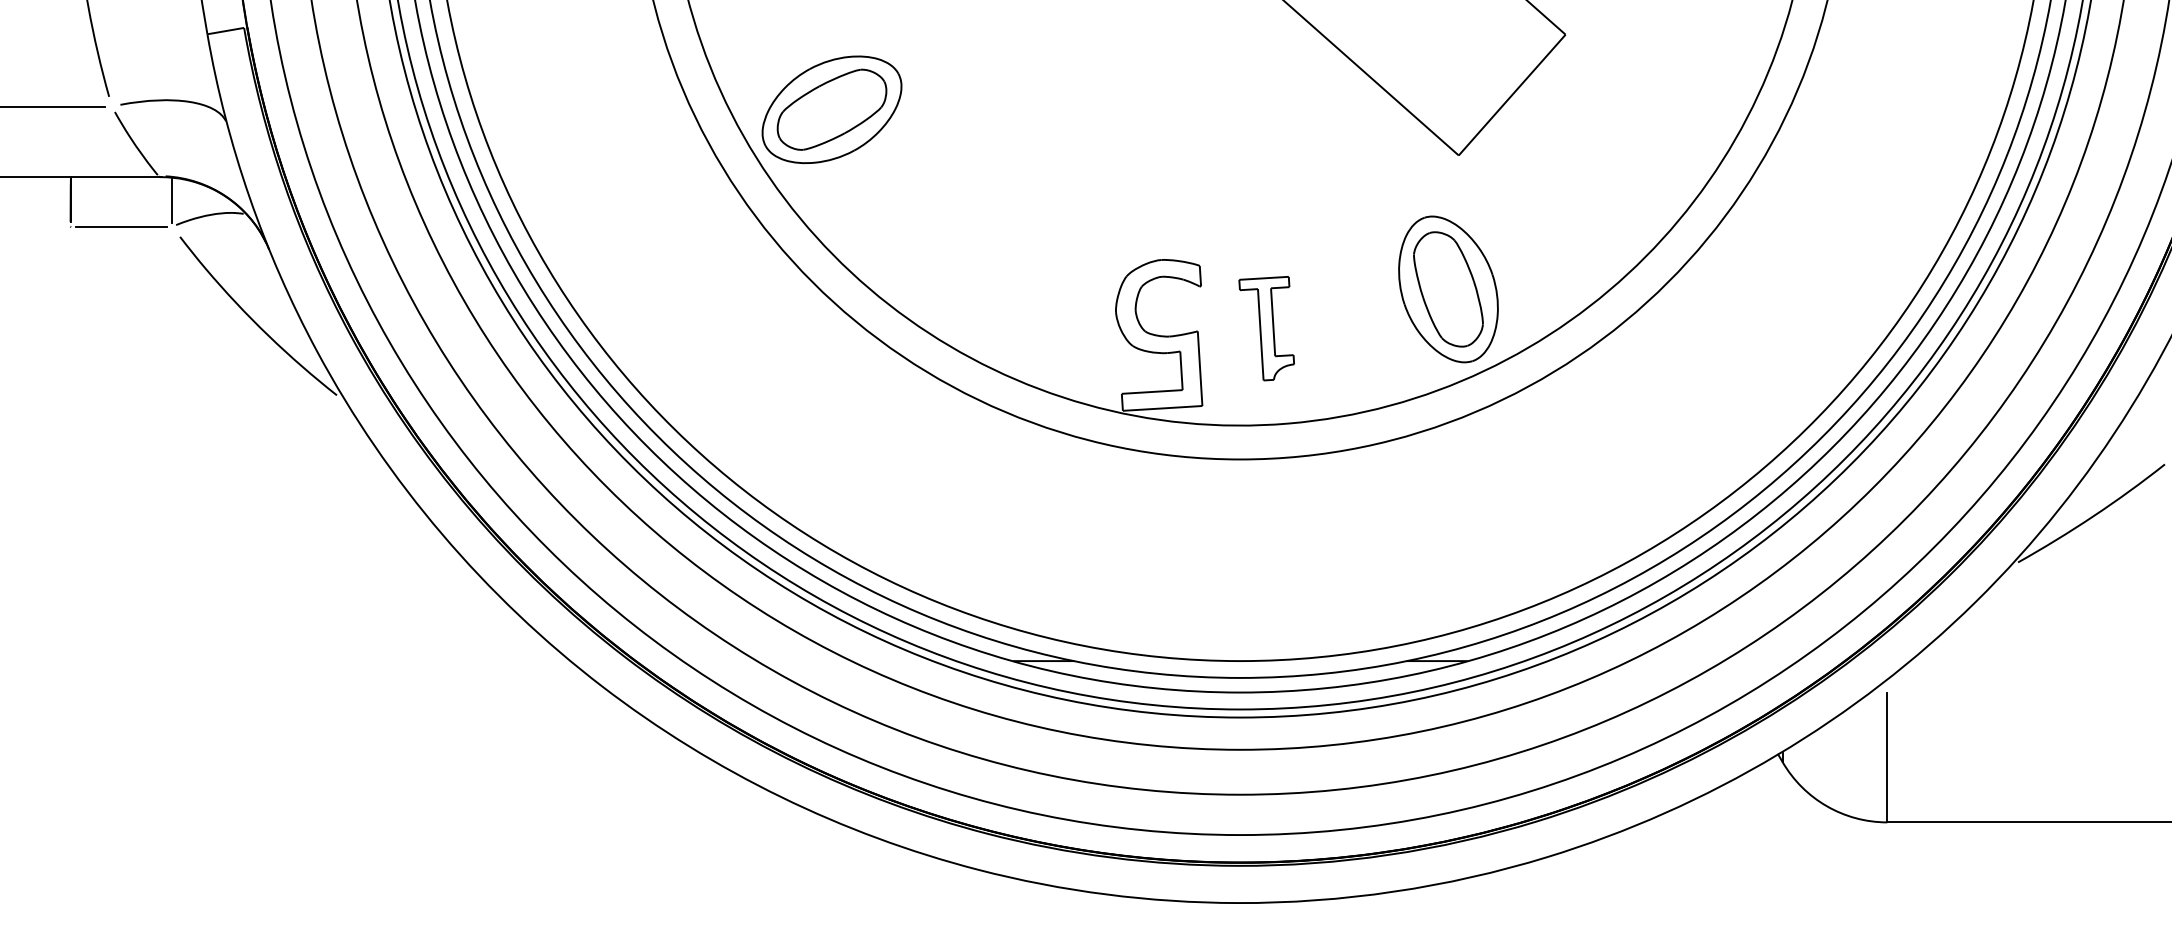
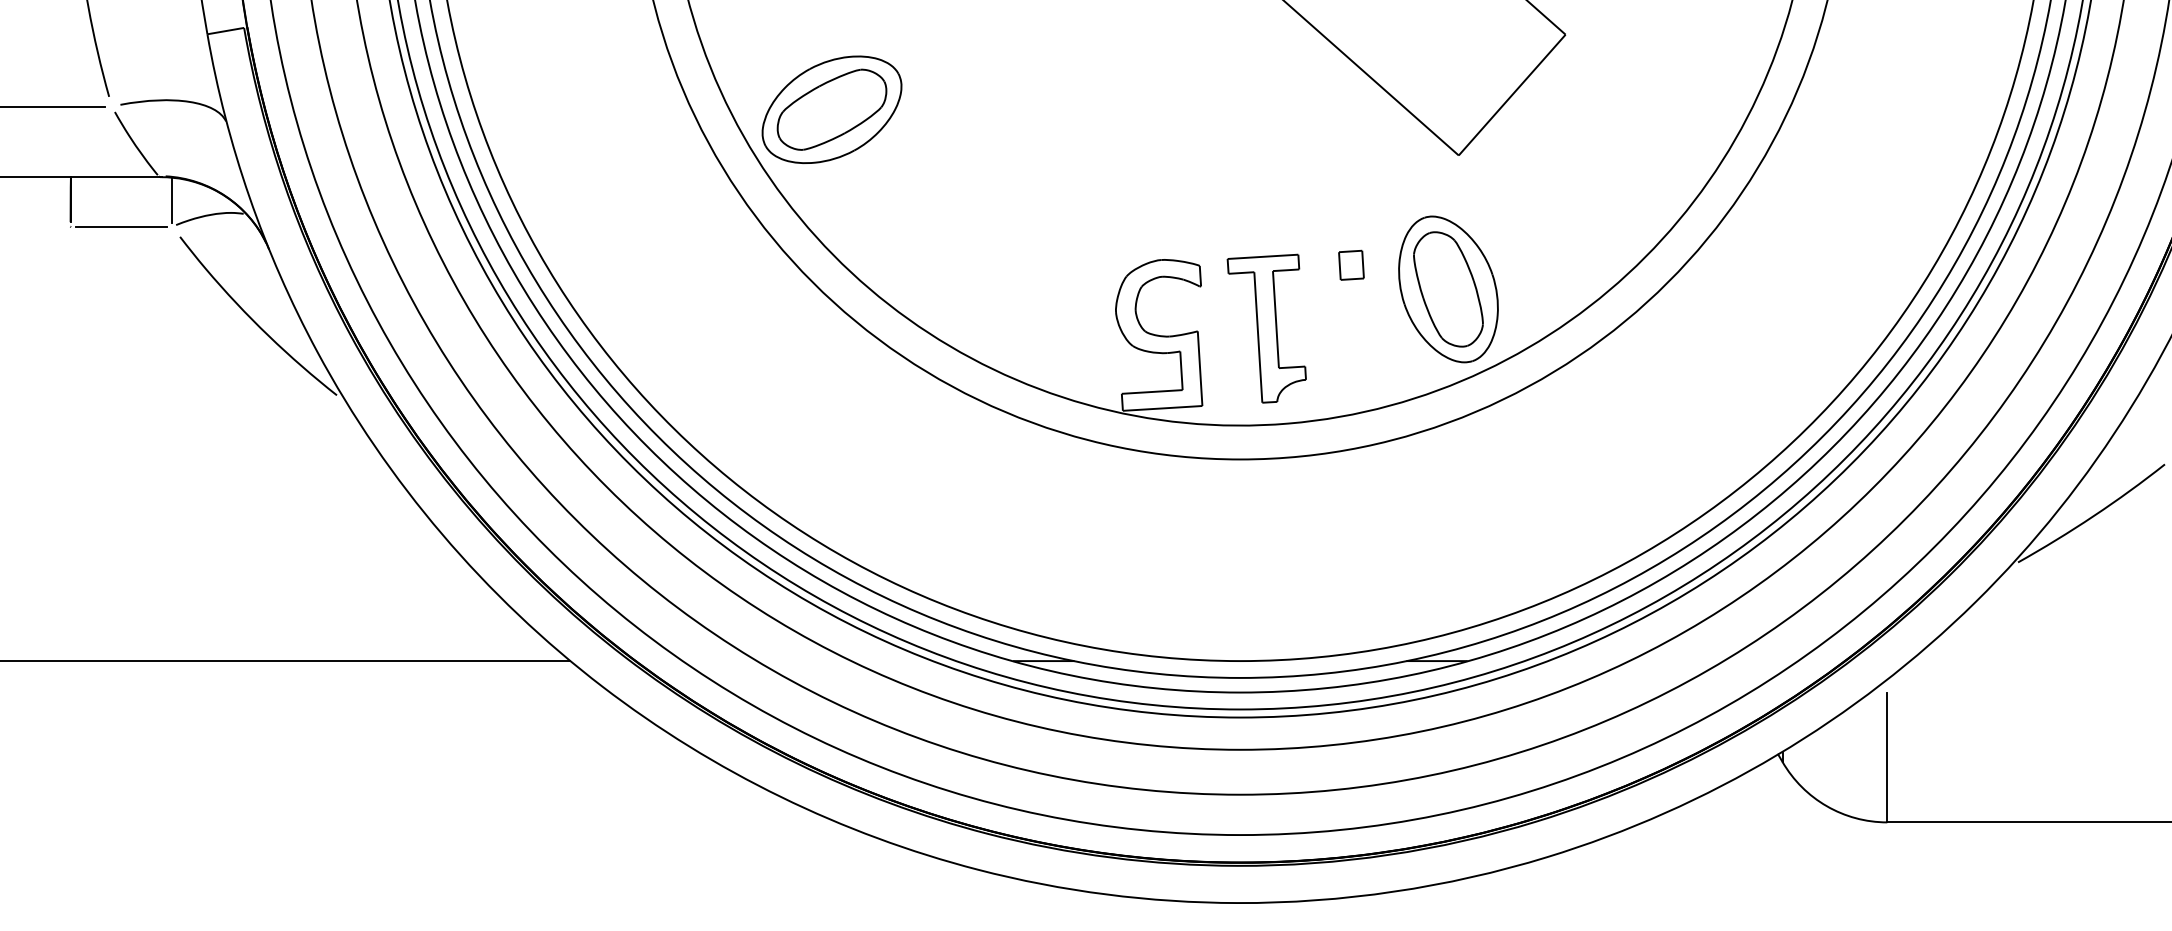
part at (1351, 264): none -> present
part at (1266, 328) size: 57x106 px -> 81x151 px
line at (286, 661): none -> present
